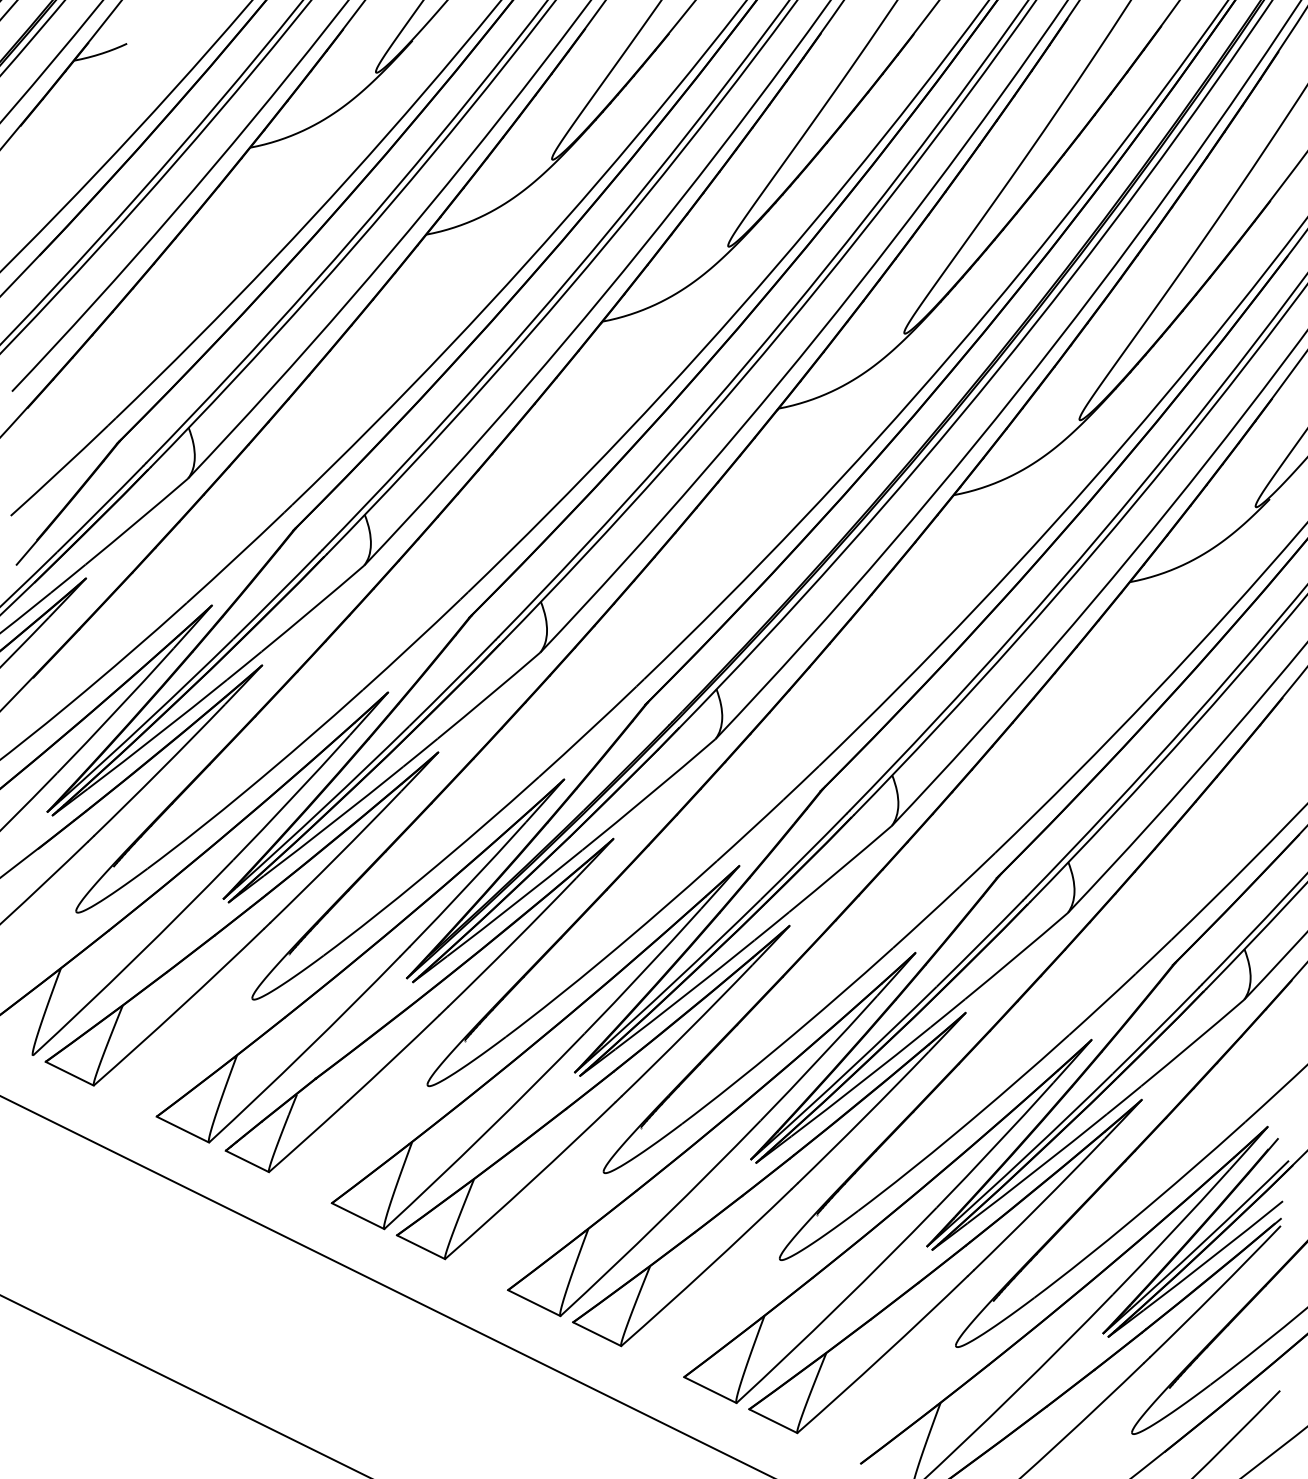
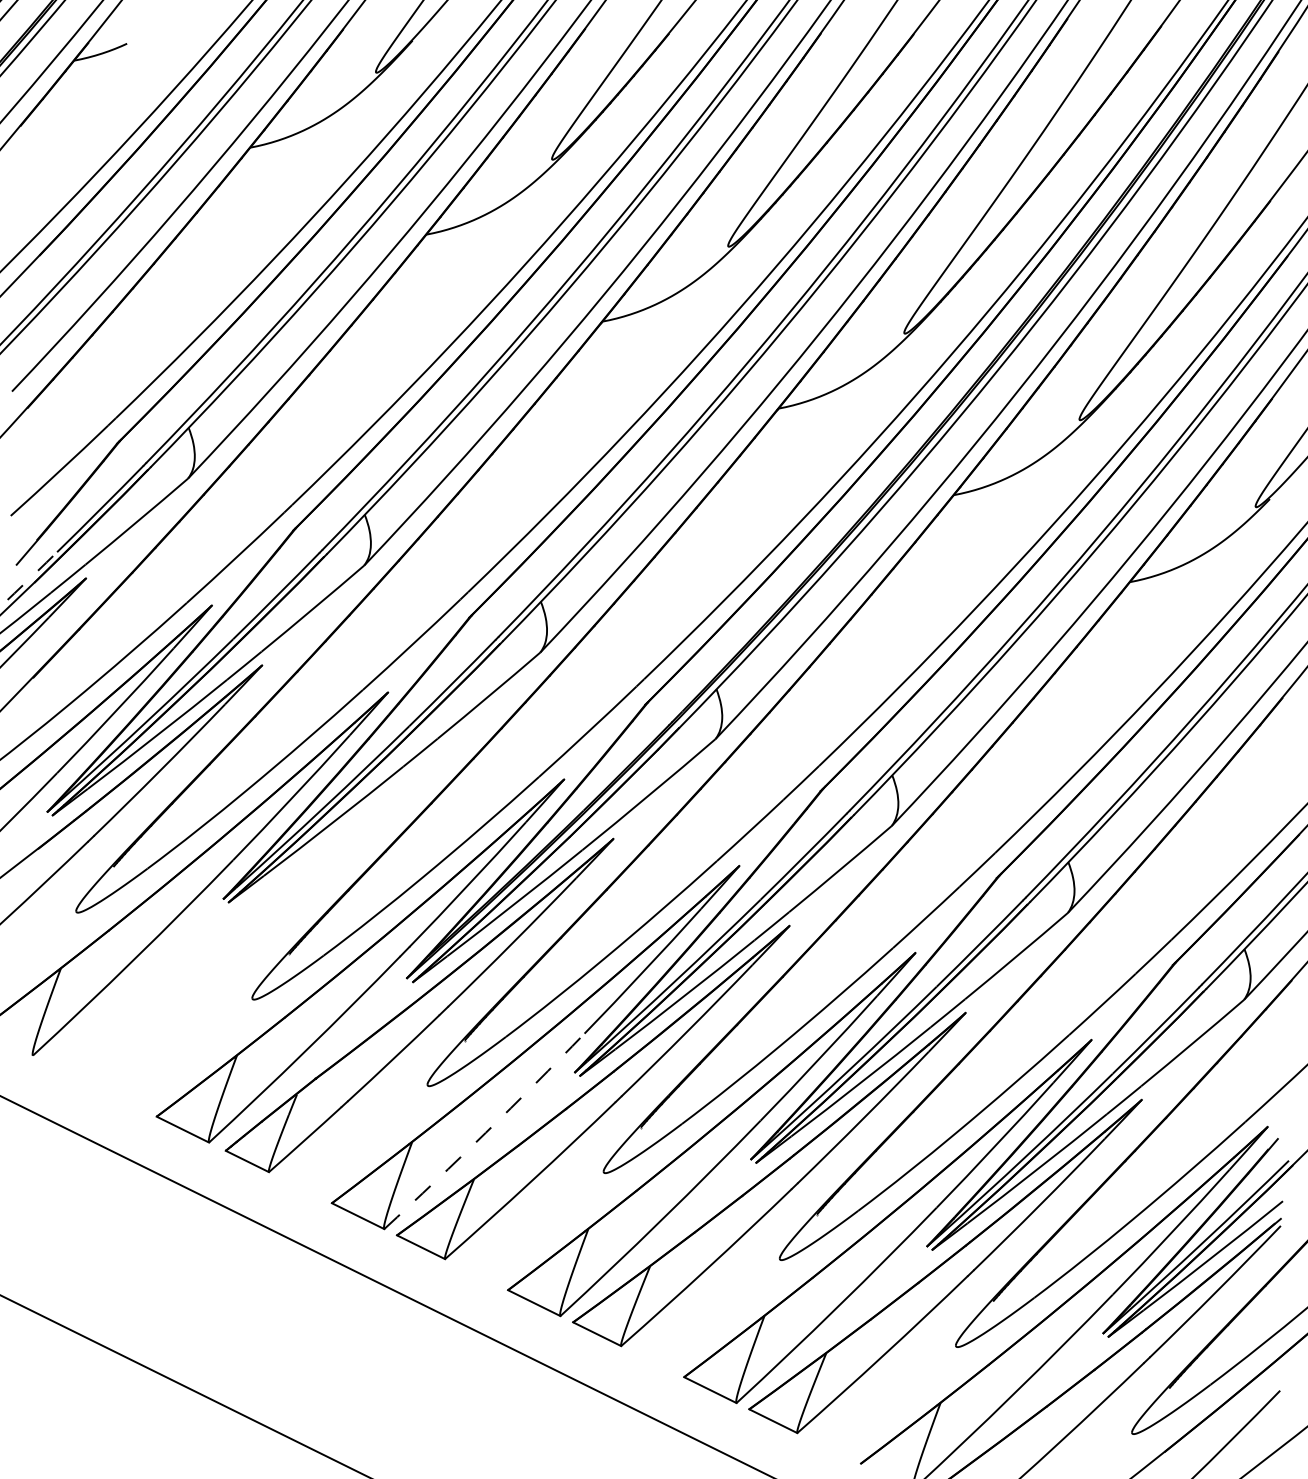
arc at (28, 579): solid -> dashed
part at (241, 918): present -> none
arc at (485, 1132): solid -> dashed
